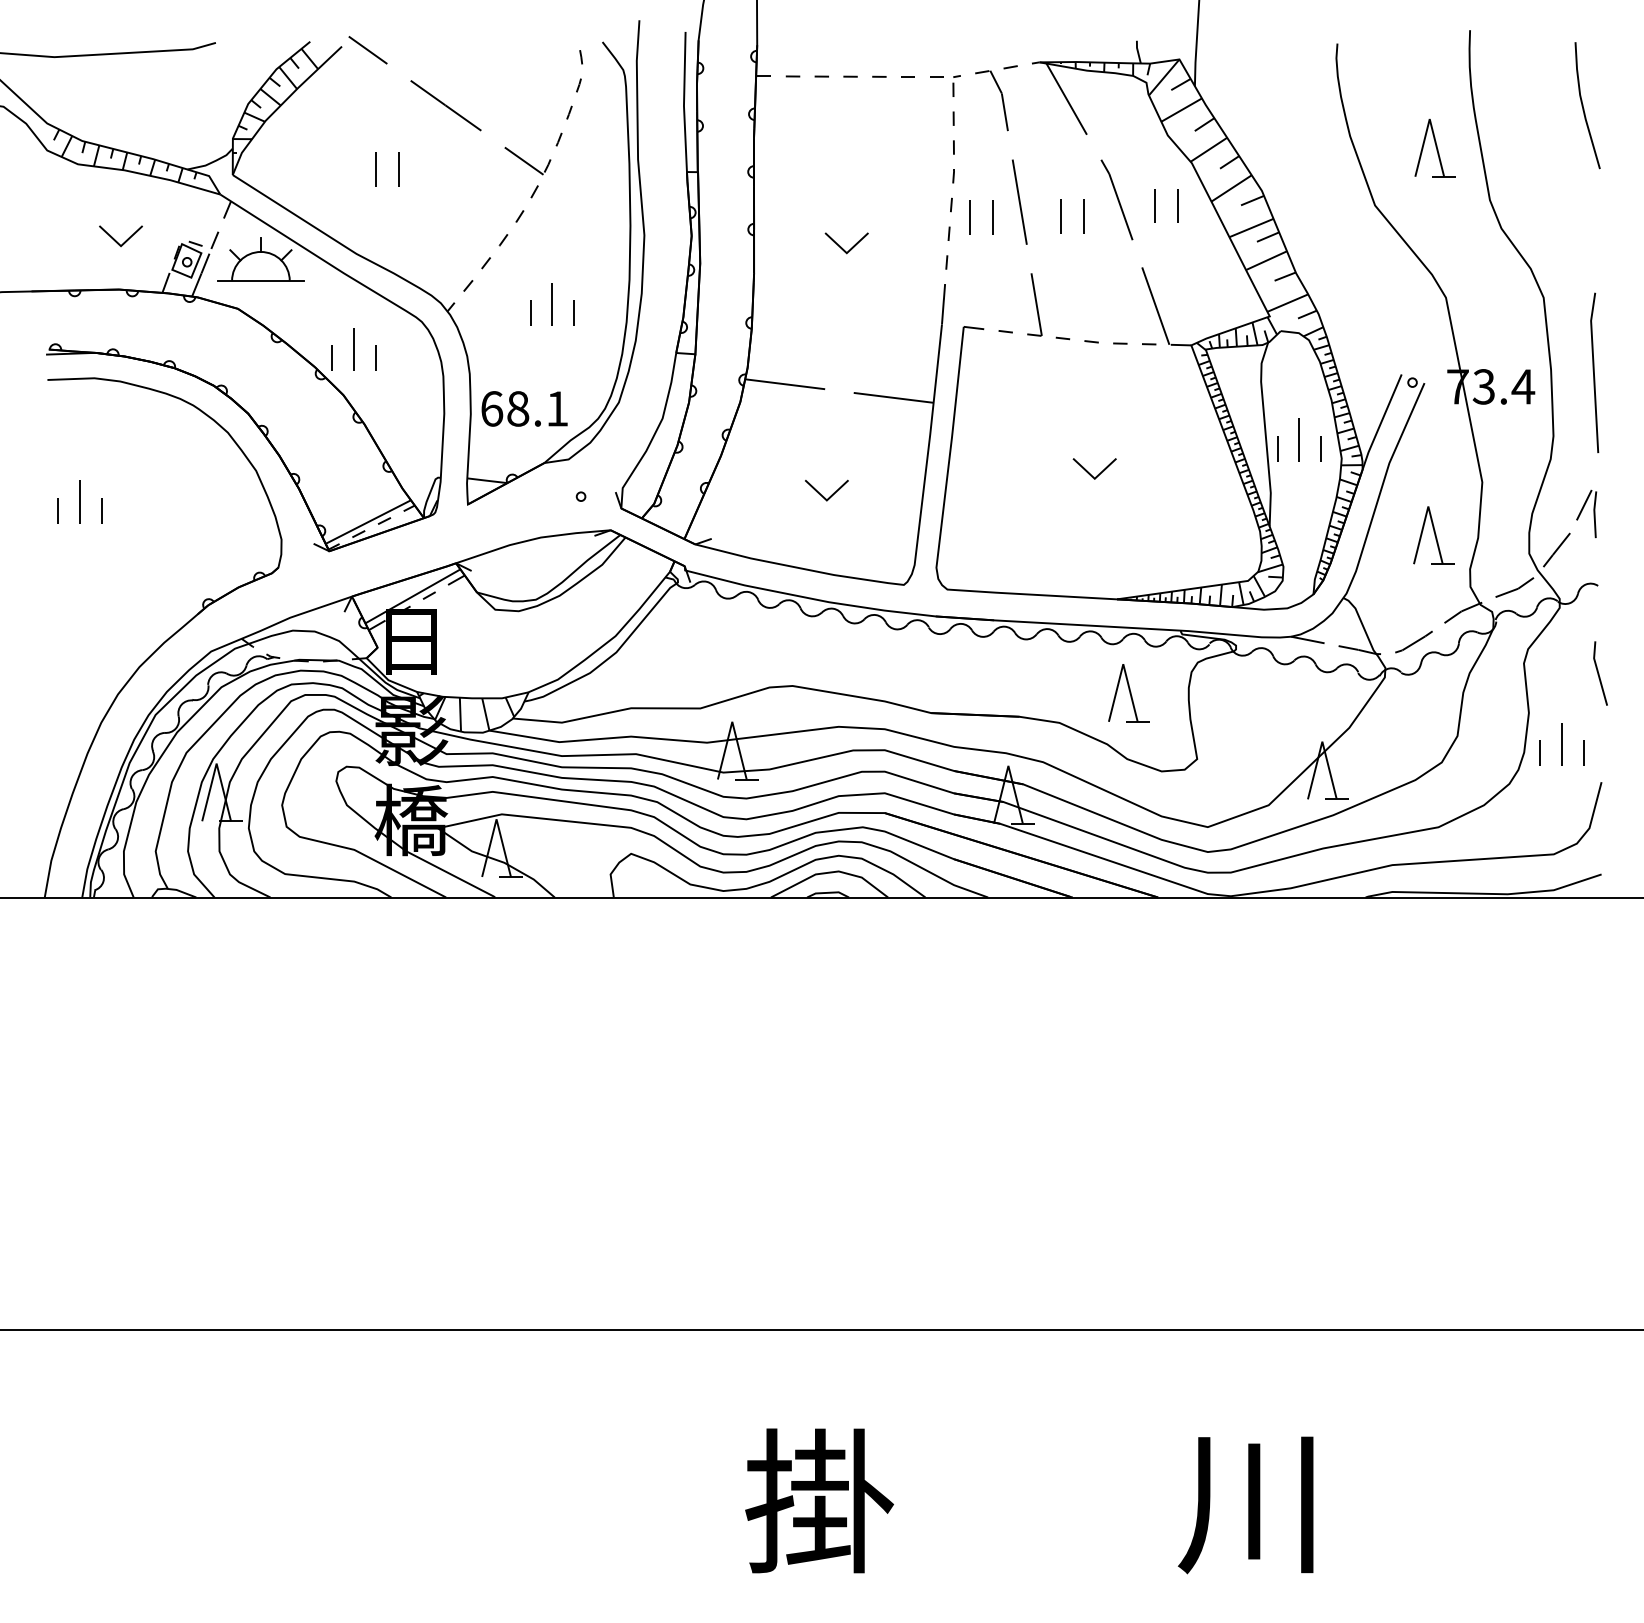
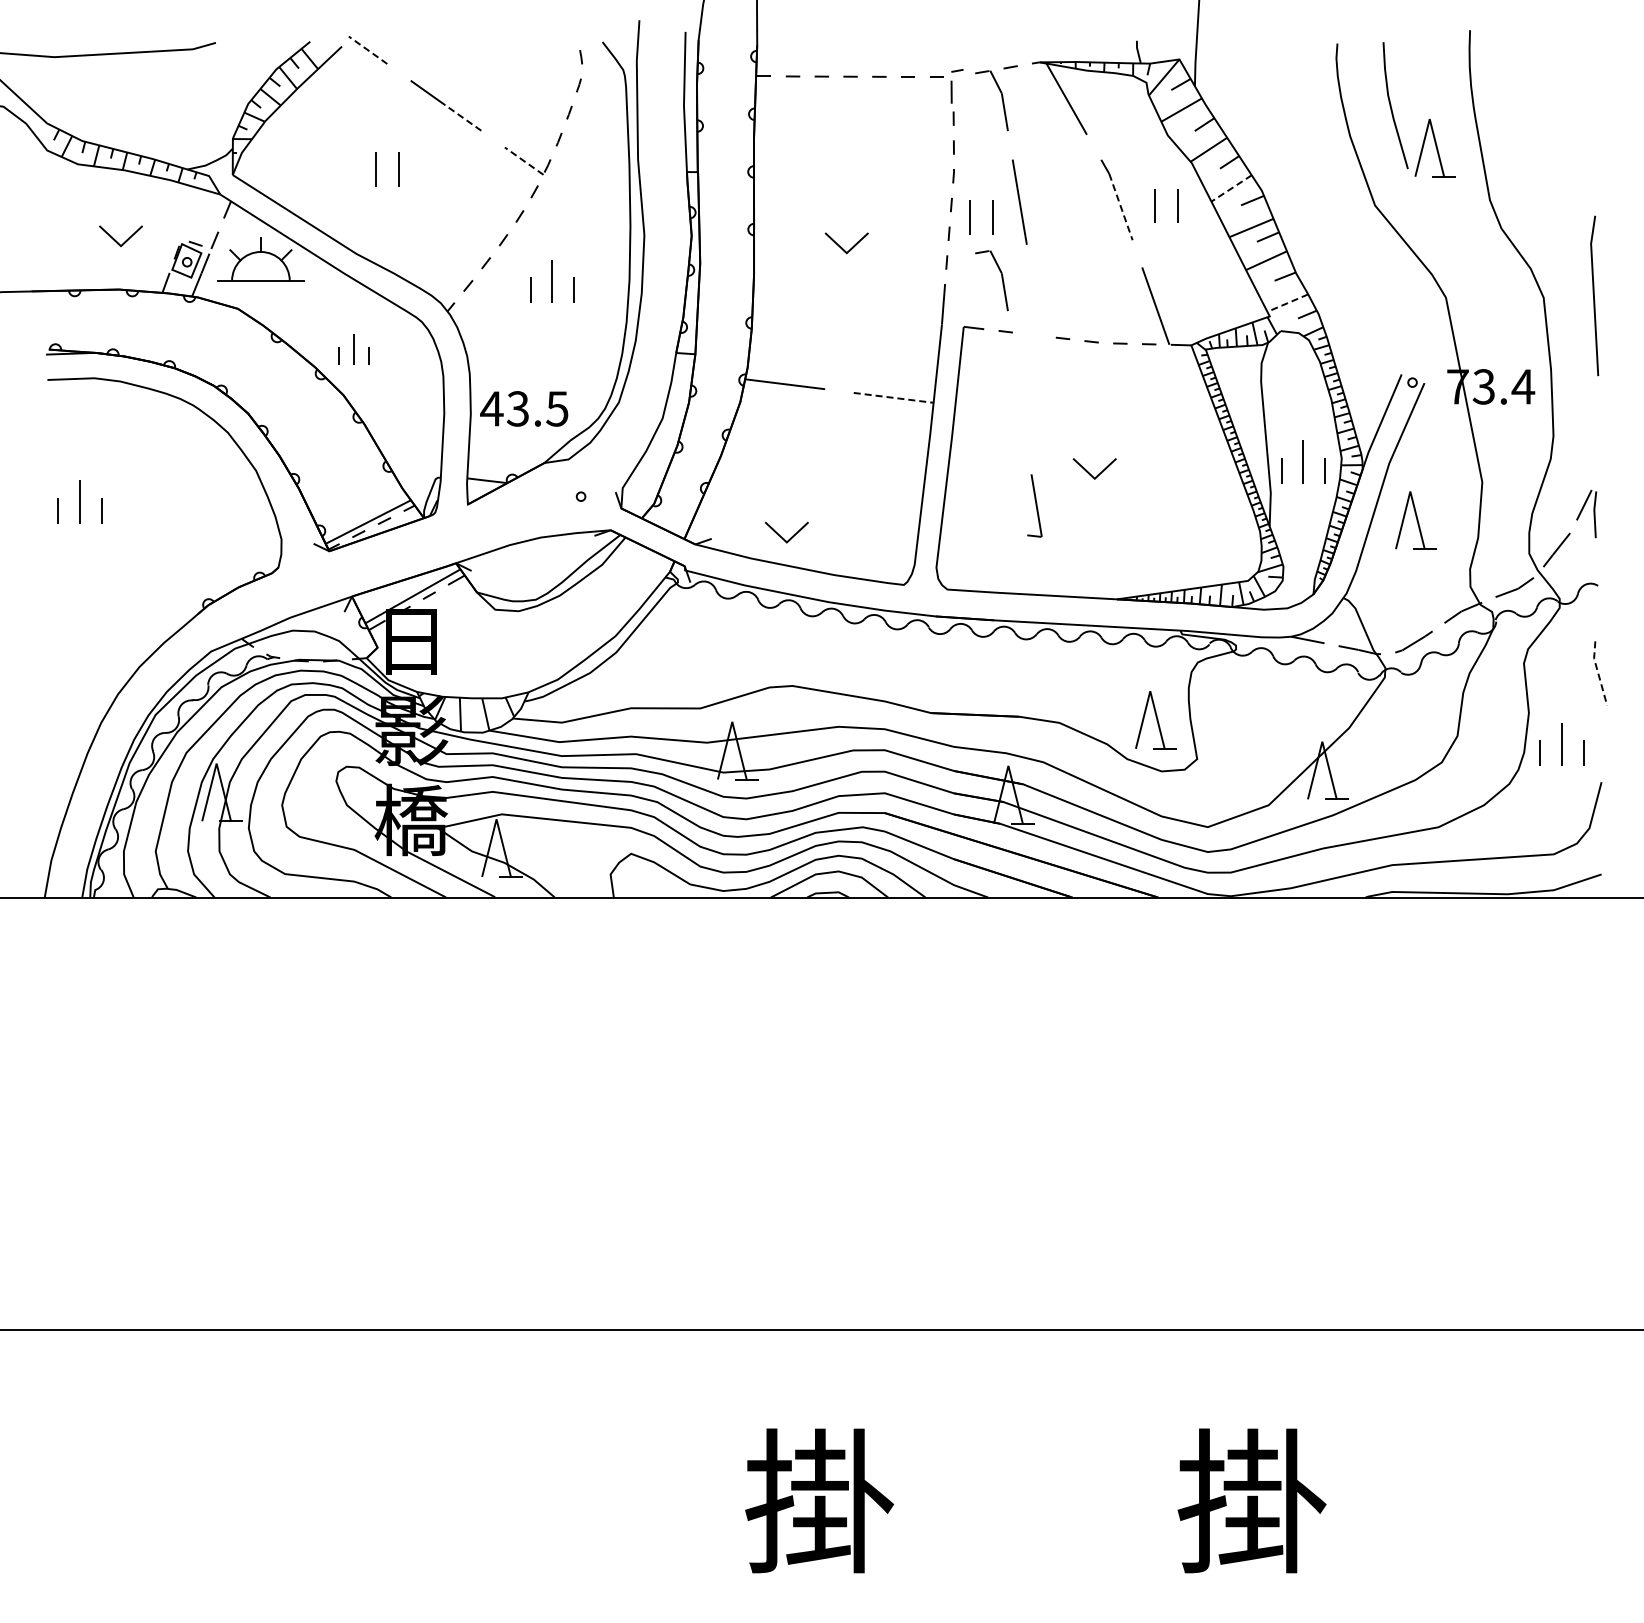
line at (368, 50): solid -> dashed
part at (956, 85) size: 9x22 px -> 14x35 px
line at (1583, 105) position: (1583, 105) -> (1391, 105)
line at (462, 117): solid -> dashed
line at (524, 161): solid -> dashed
line at (1231, 188): solid -> dashed
line at (1121, 207): solid -> dashed
part at (1061, 216): present -> none
part at (1001, 279): none -> present
line at (1287, 303): solid -> dashed
part at (552, 304) position: (552, 304) -> (552, 281)
part at (1034, 304) position: (1034, 304) -> (1034, 505)
part at (353, 349) size: 46x43 px -> 32x31 px
line at (1594, 372) position: (1594, 372) -> (1594, 295)
line at (894, 397): solid -> dashed
text at (524, 408): 68.1 -> 43.5
part at (1299, 439) position: (1299, 439) -> (1303, 461)
part at (826, 490) position: (826, 490) -> (786, 532)
part at (1433, 535) position: (1433, 535) -> (1415, 520)
line at (1598, 673): solid -> dashed
part at (1128, 693) position: (1128, 693) -> (1155, 720)
text at (1251, 1501): 川 -> 掛
